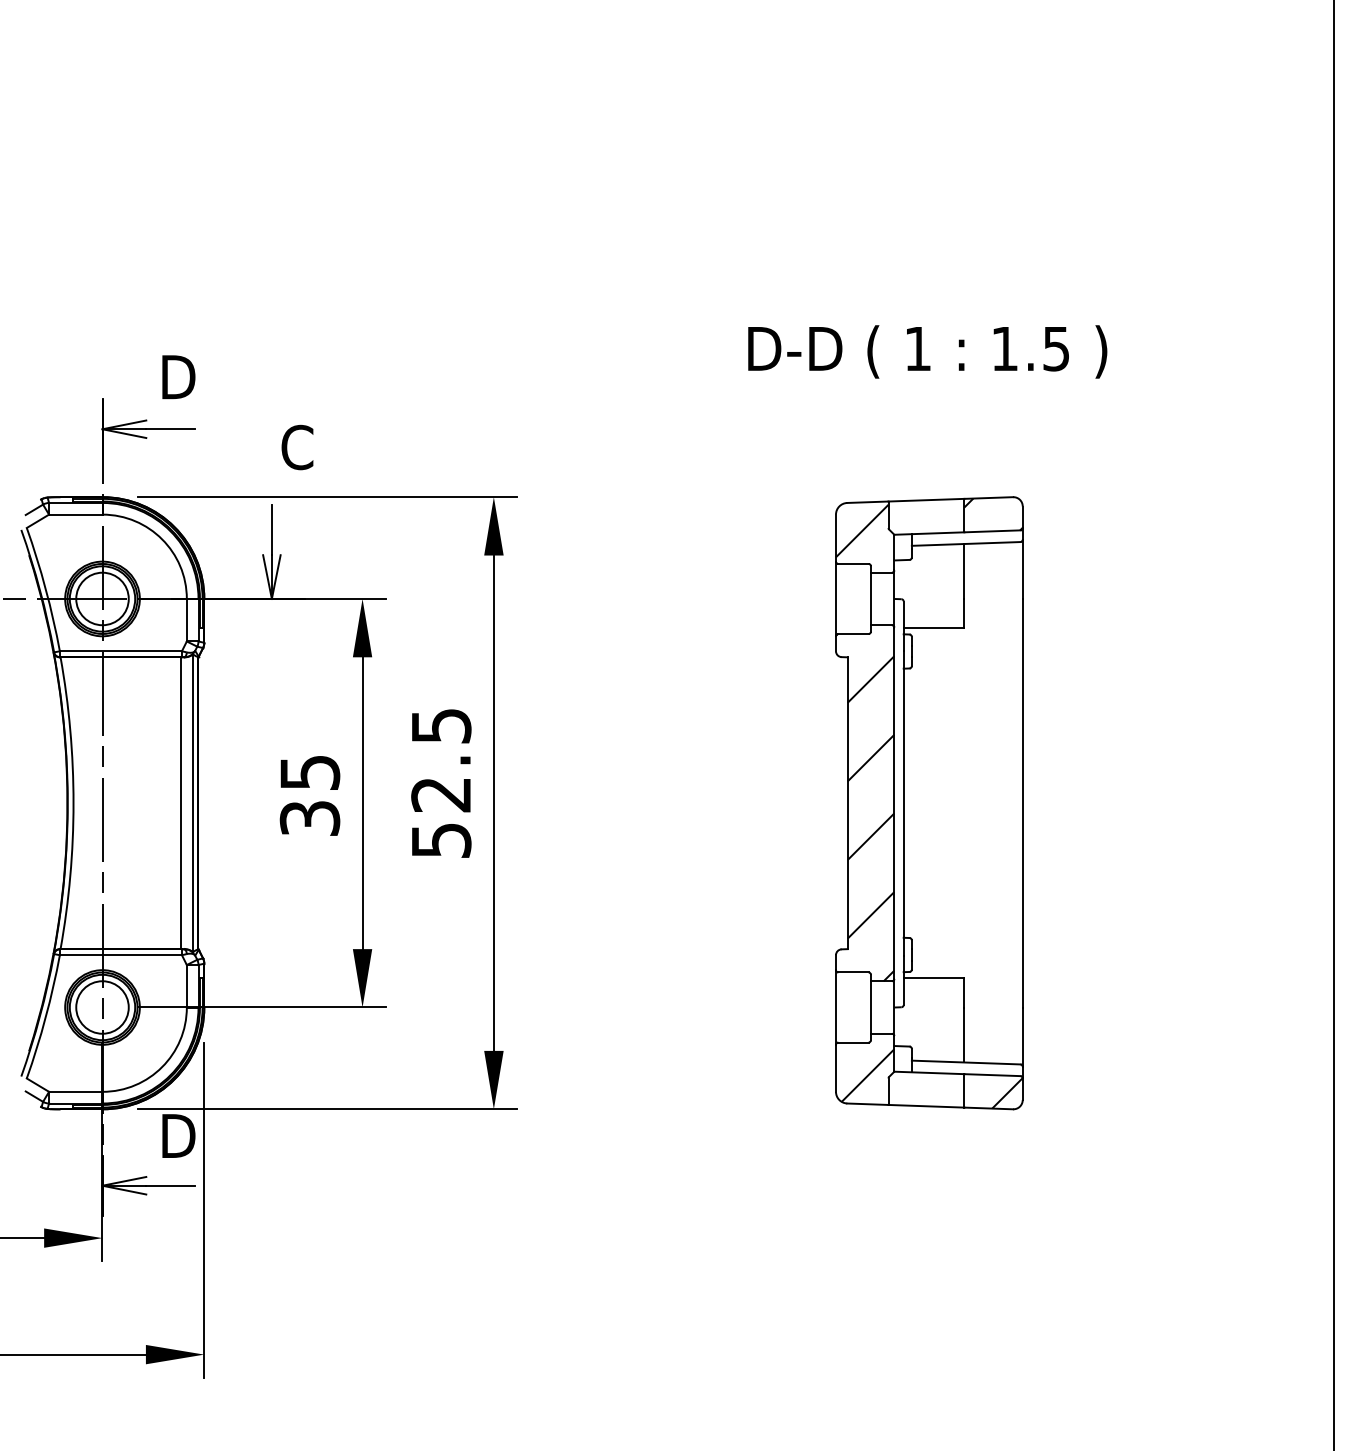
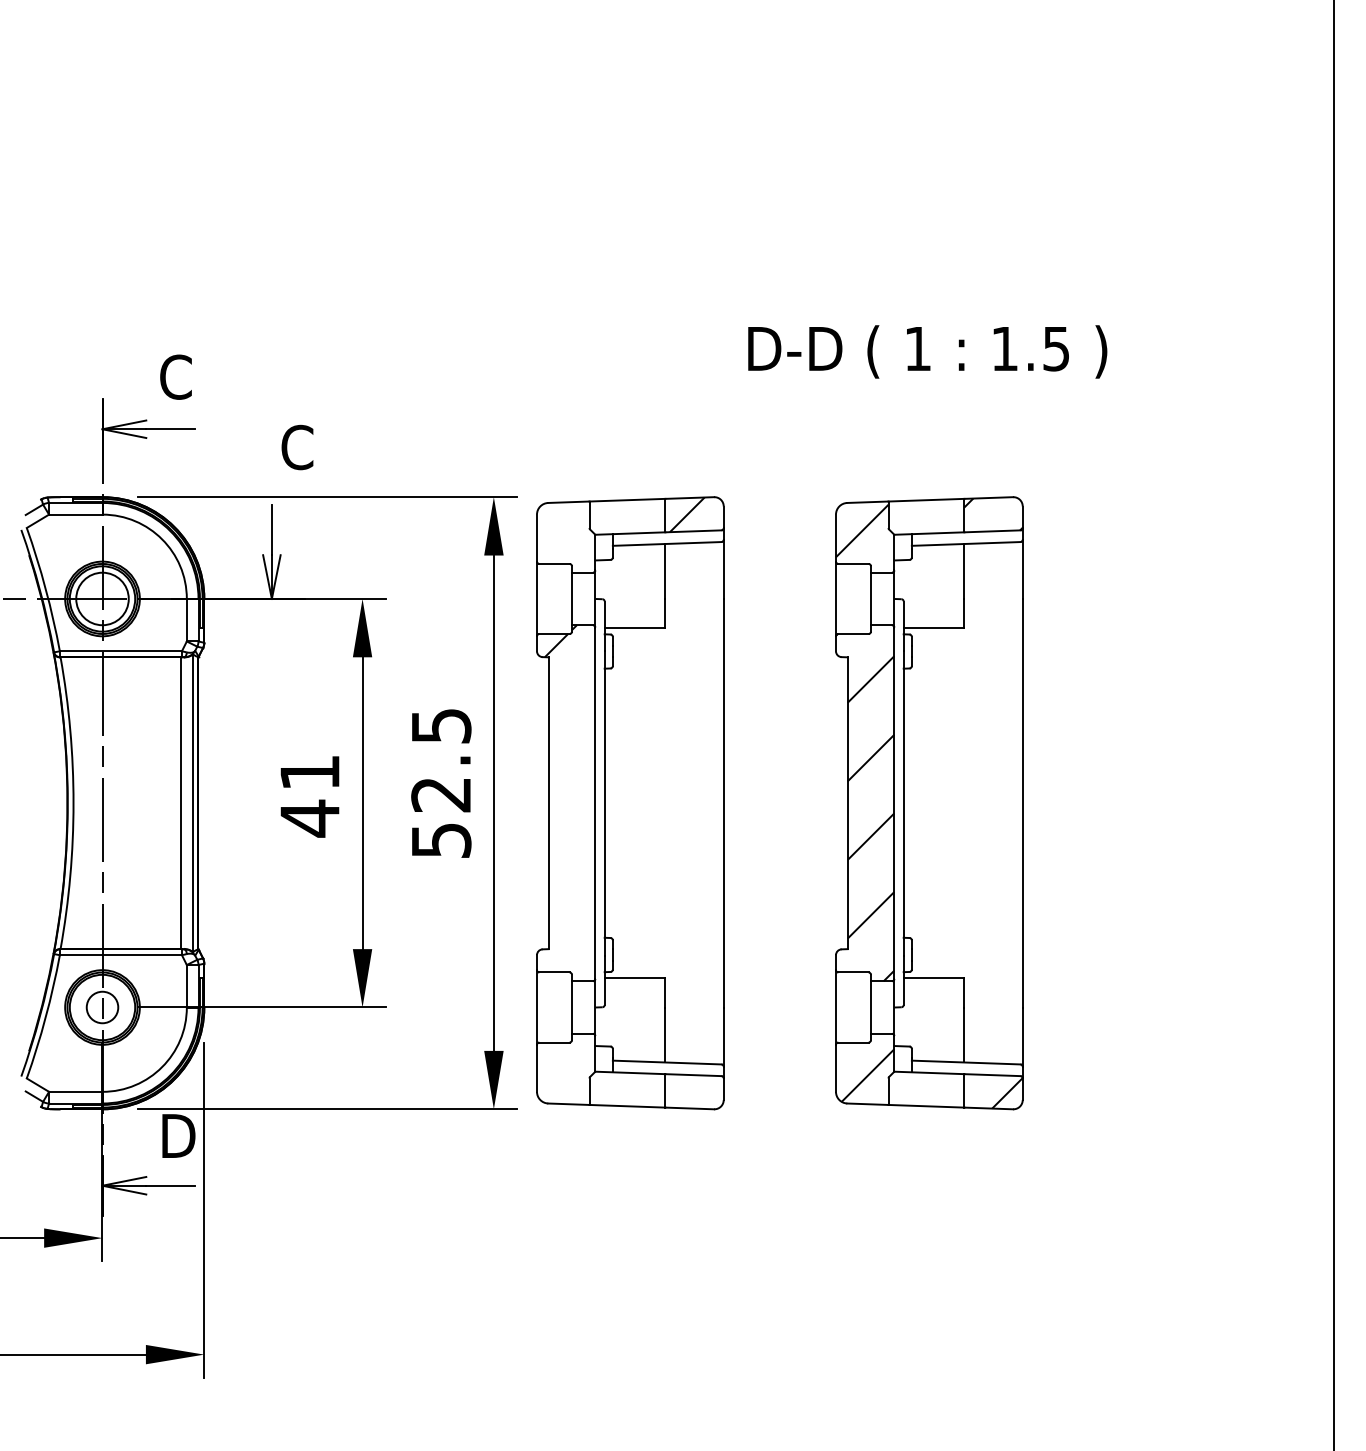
text at (177, 376): D -> C
text at (309, 796): 35 -> 41
part at (630, 803): none -> present
circle at (102, 1007) diameter: 53 px -> 32 px
